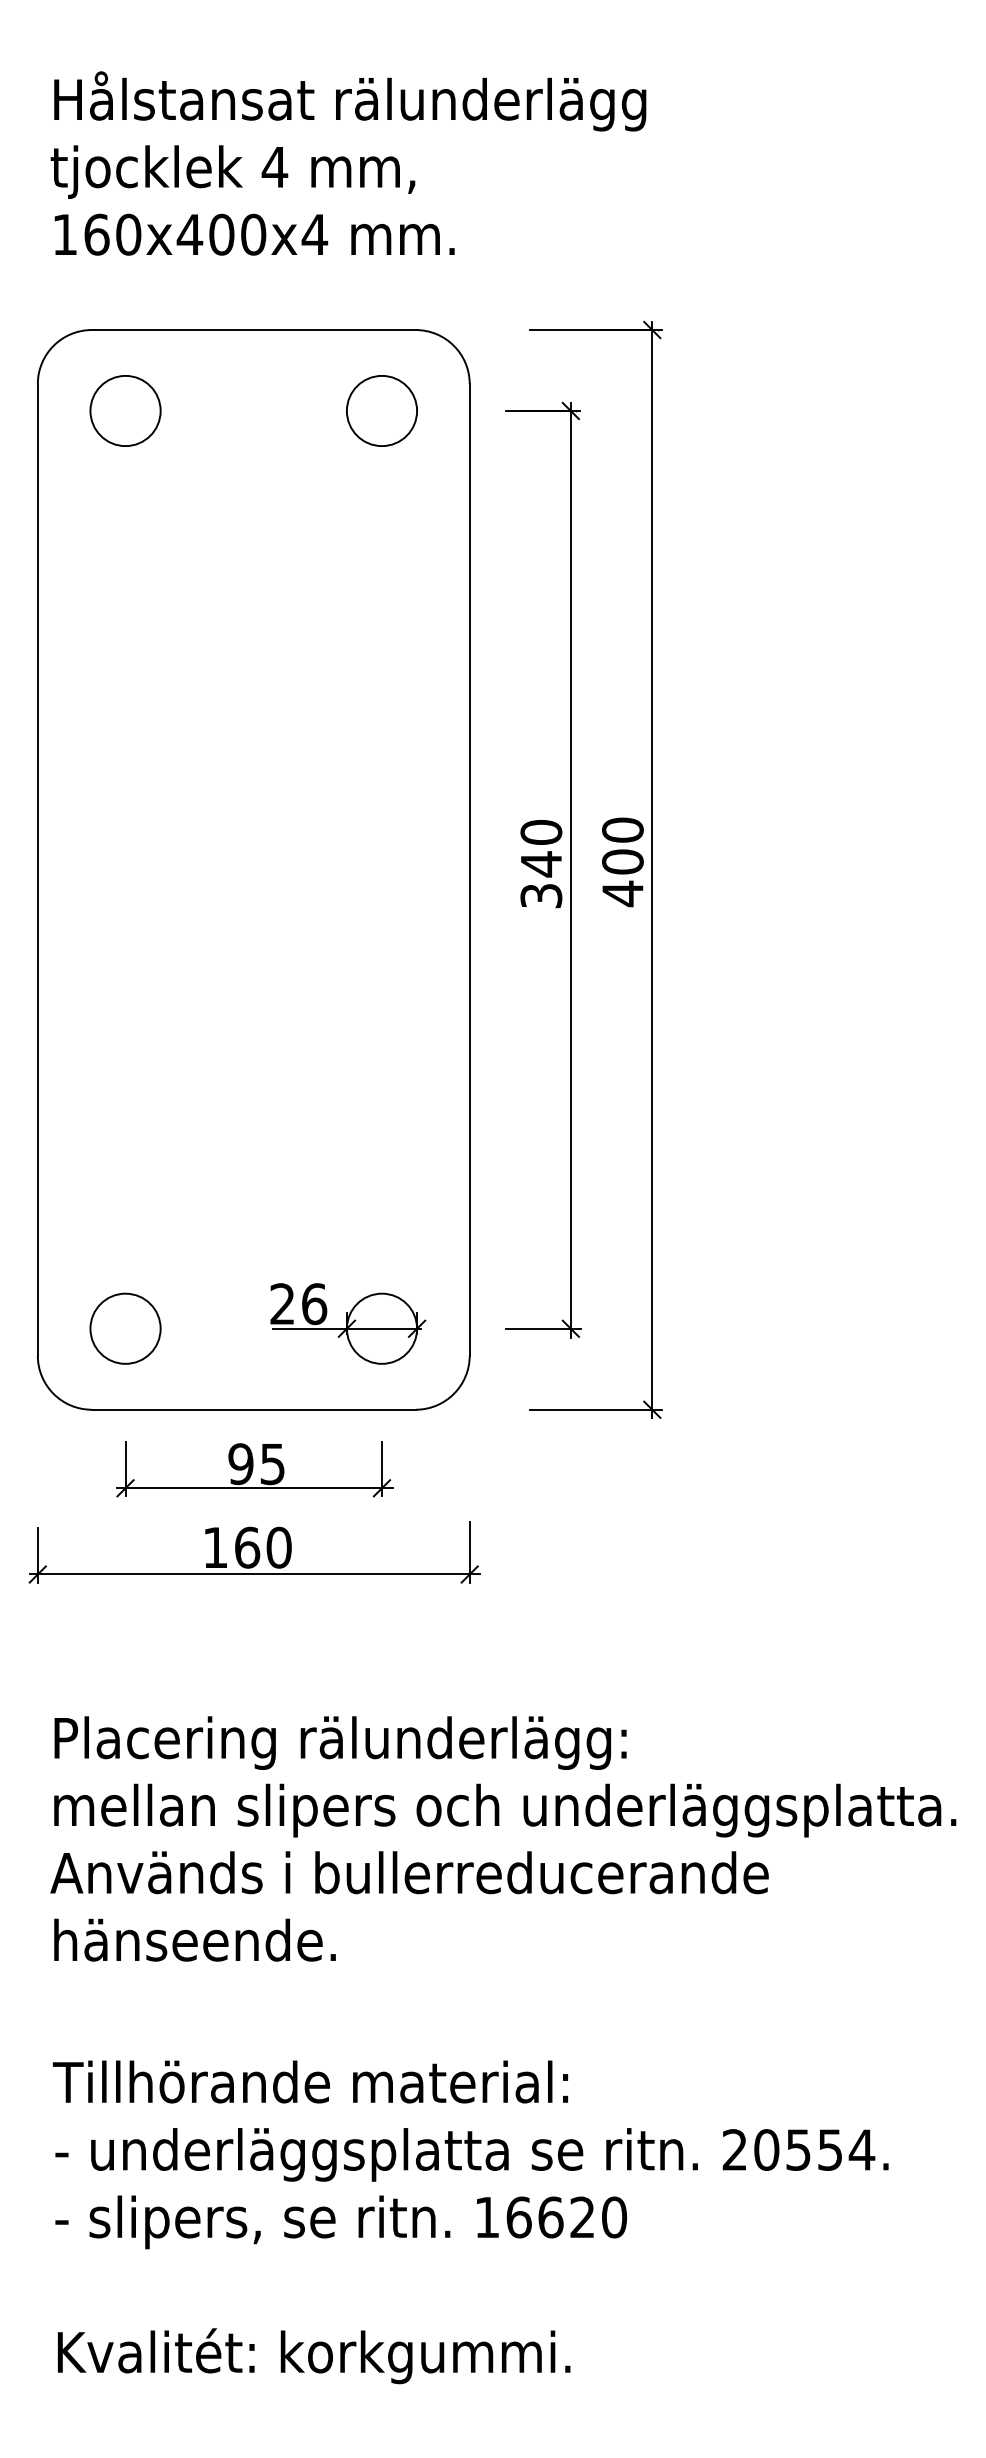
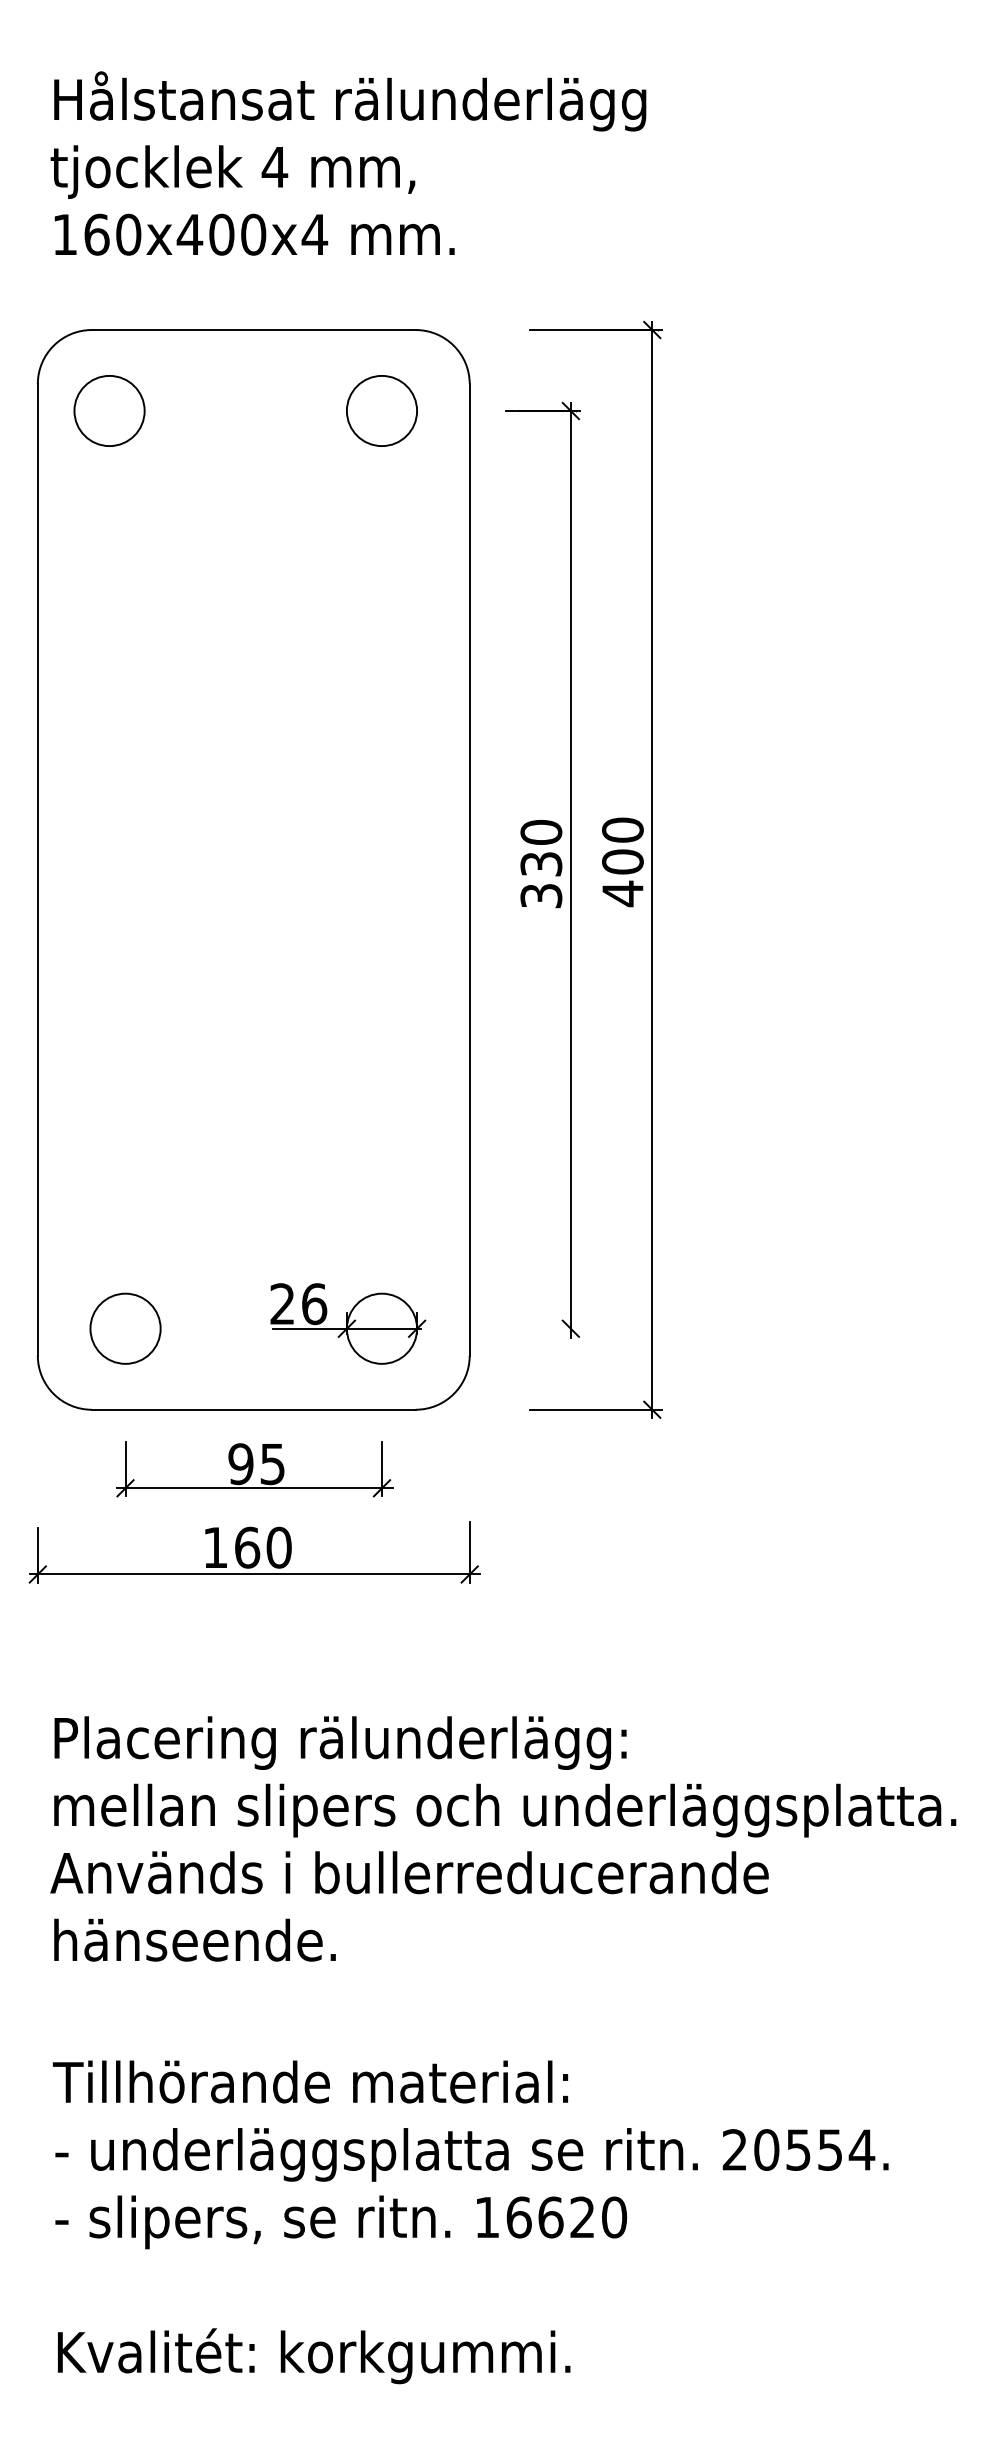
circle at (125, 410) position: (125, 410) -> (109, 410)
text at (541, 864): 340 -> 330
line at (542, 1328): present -> none
